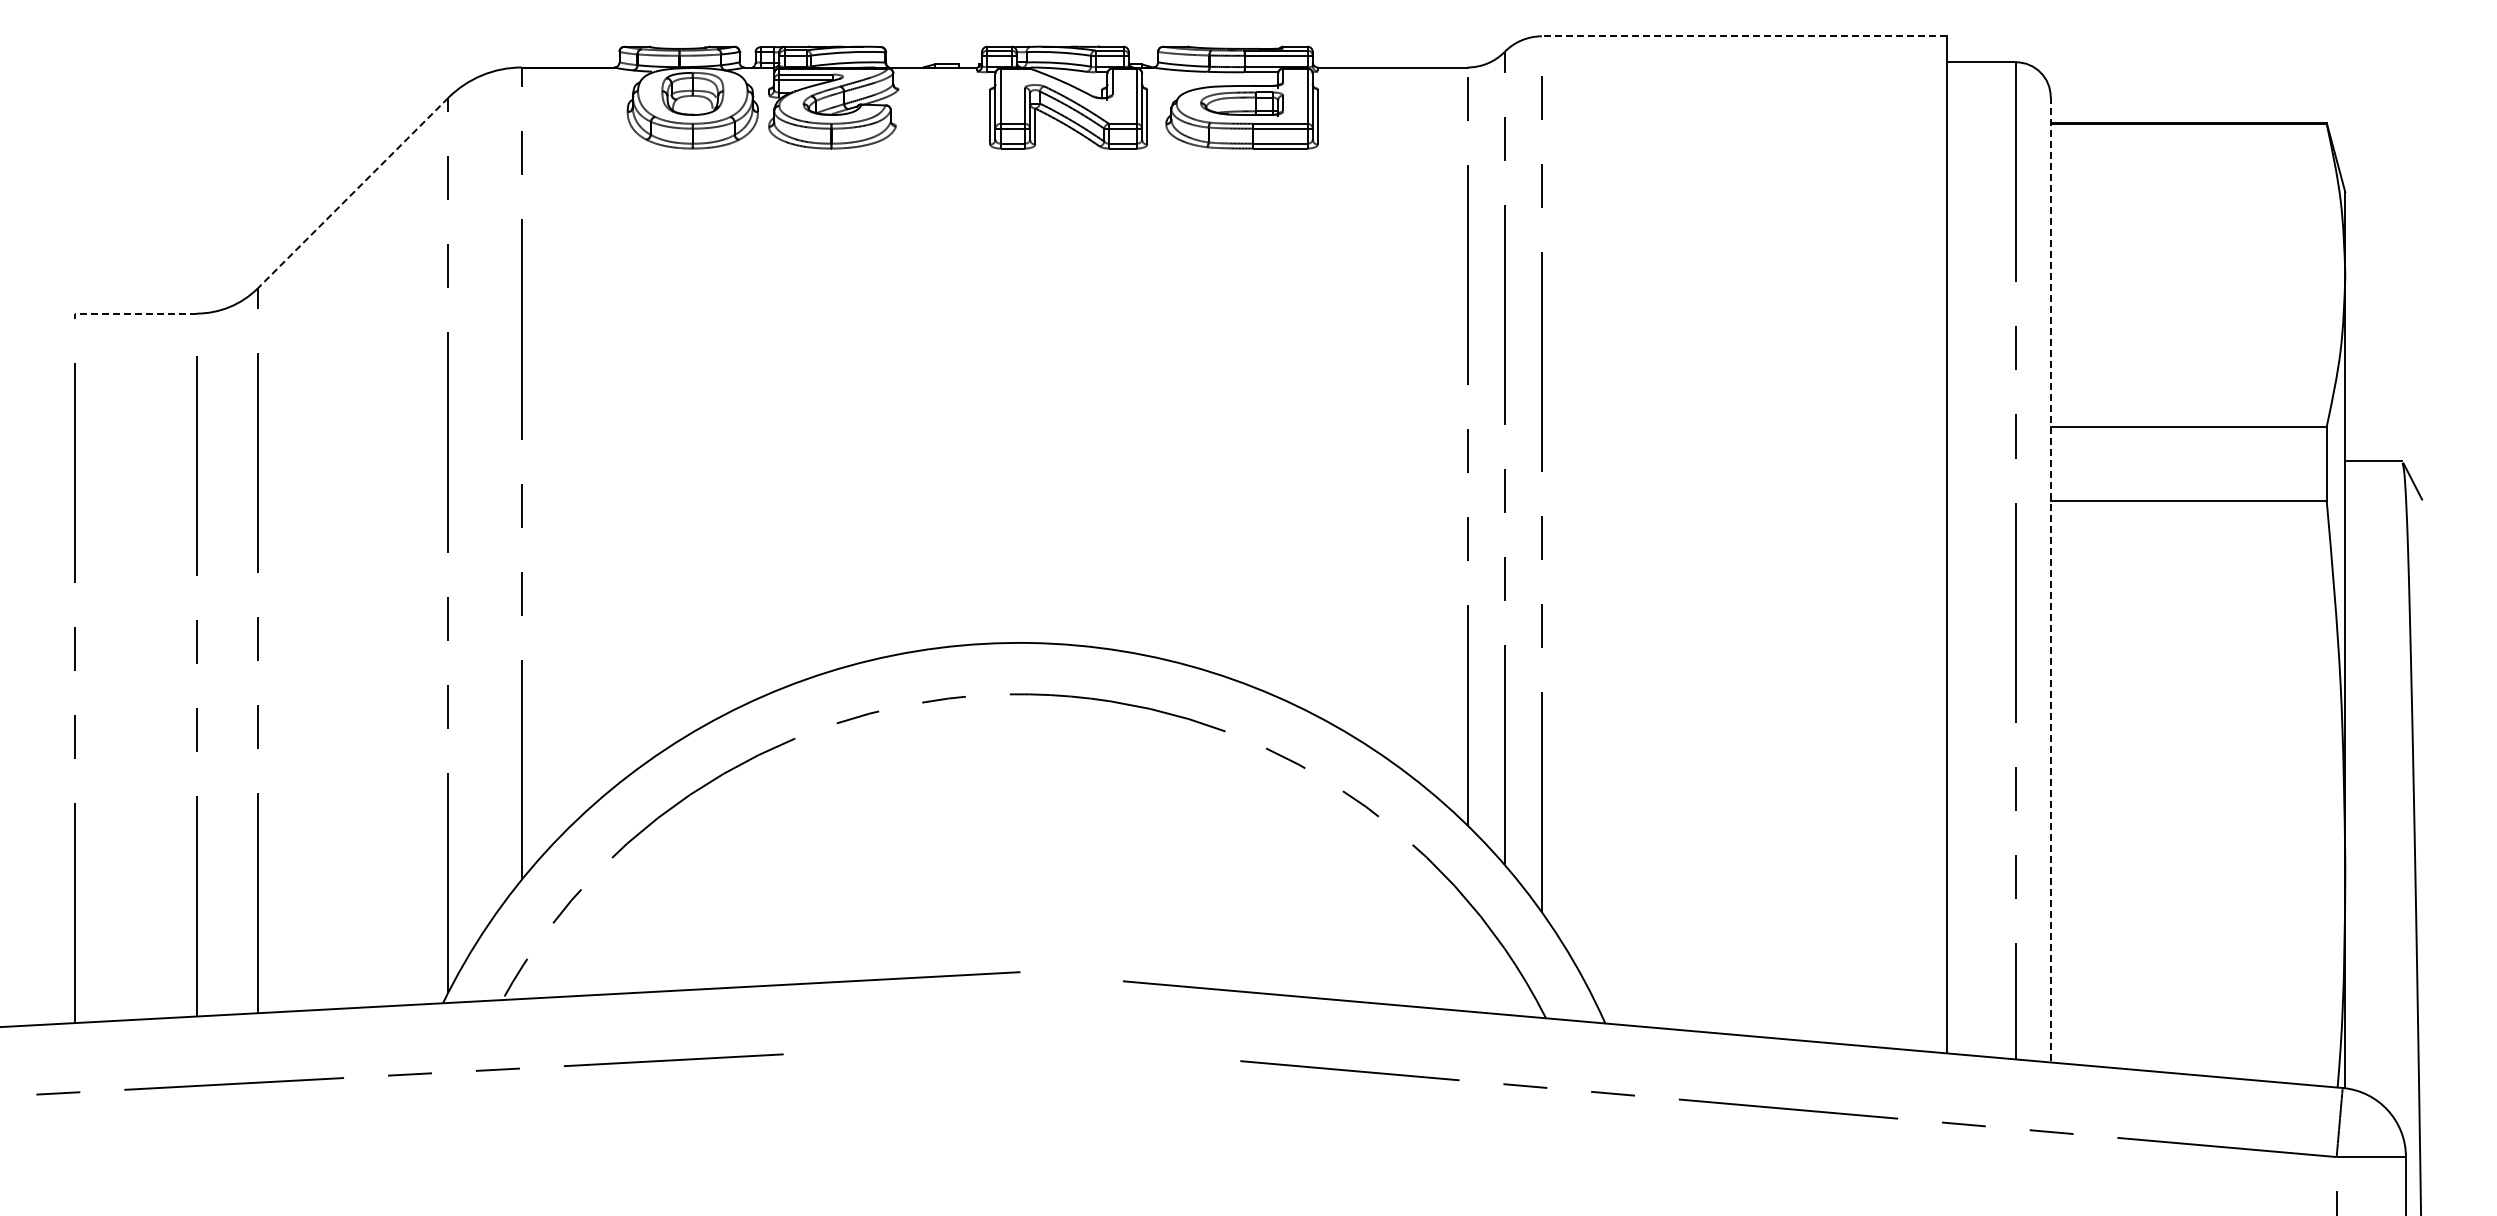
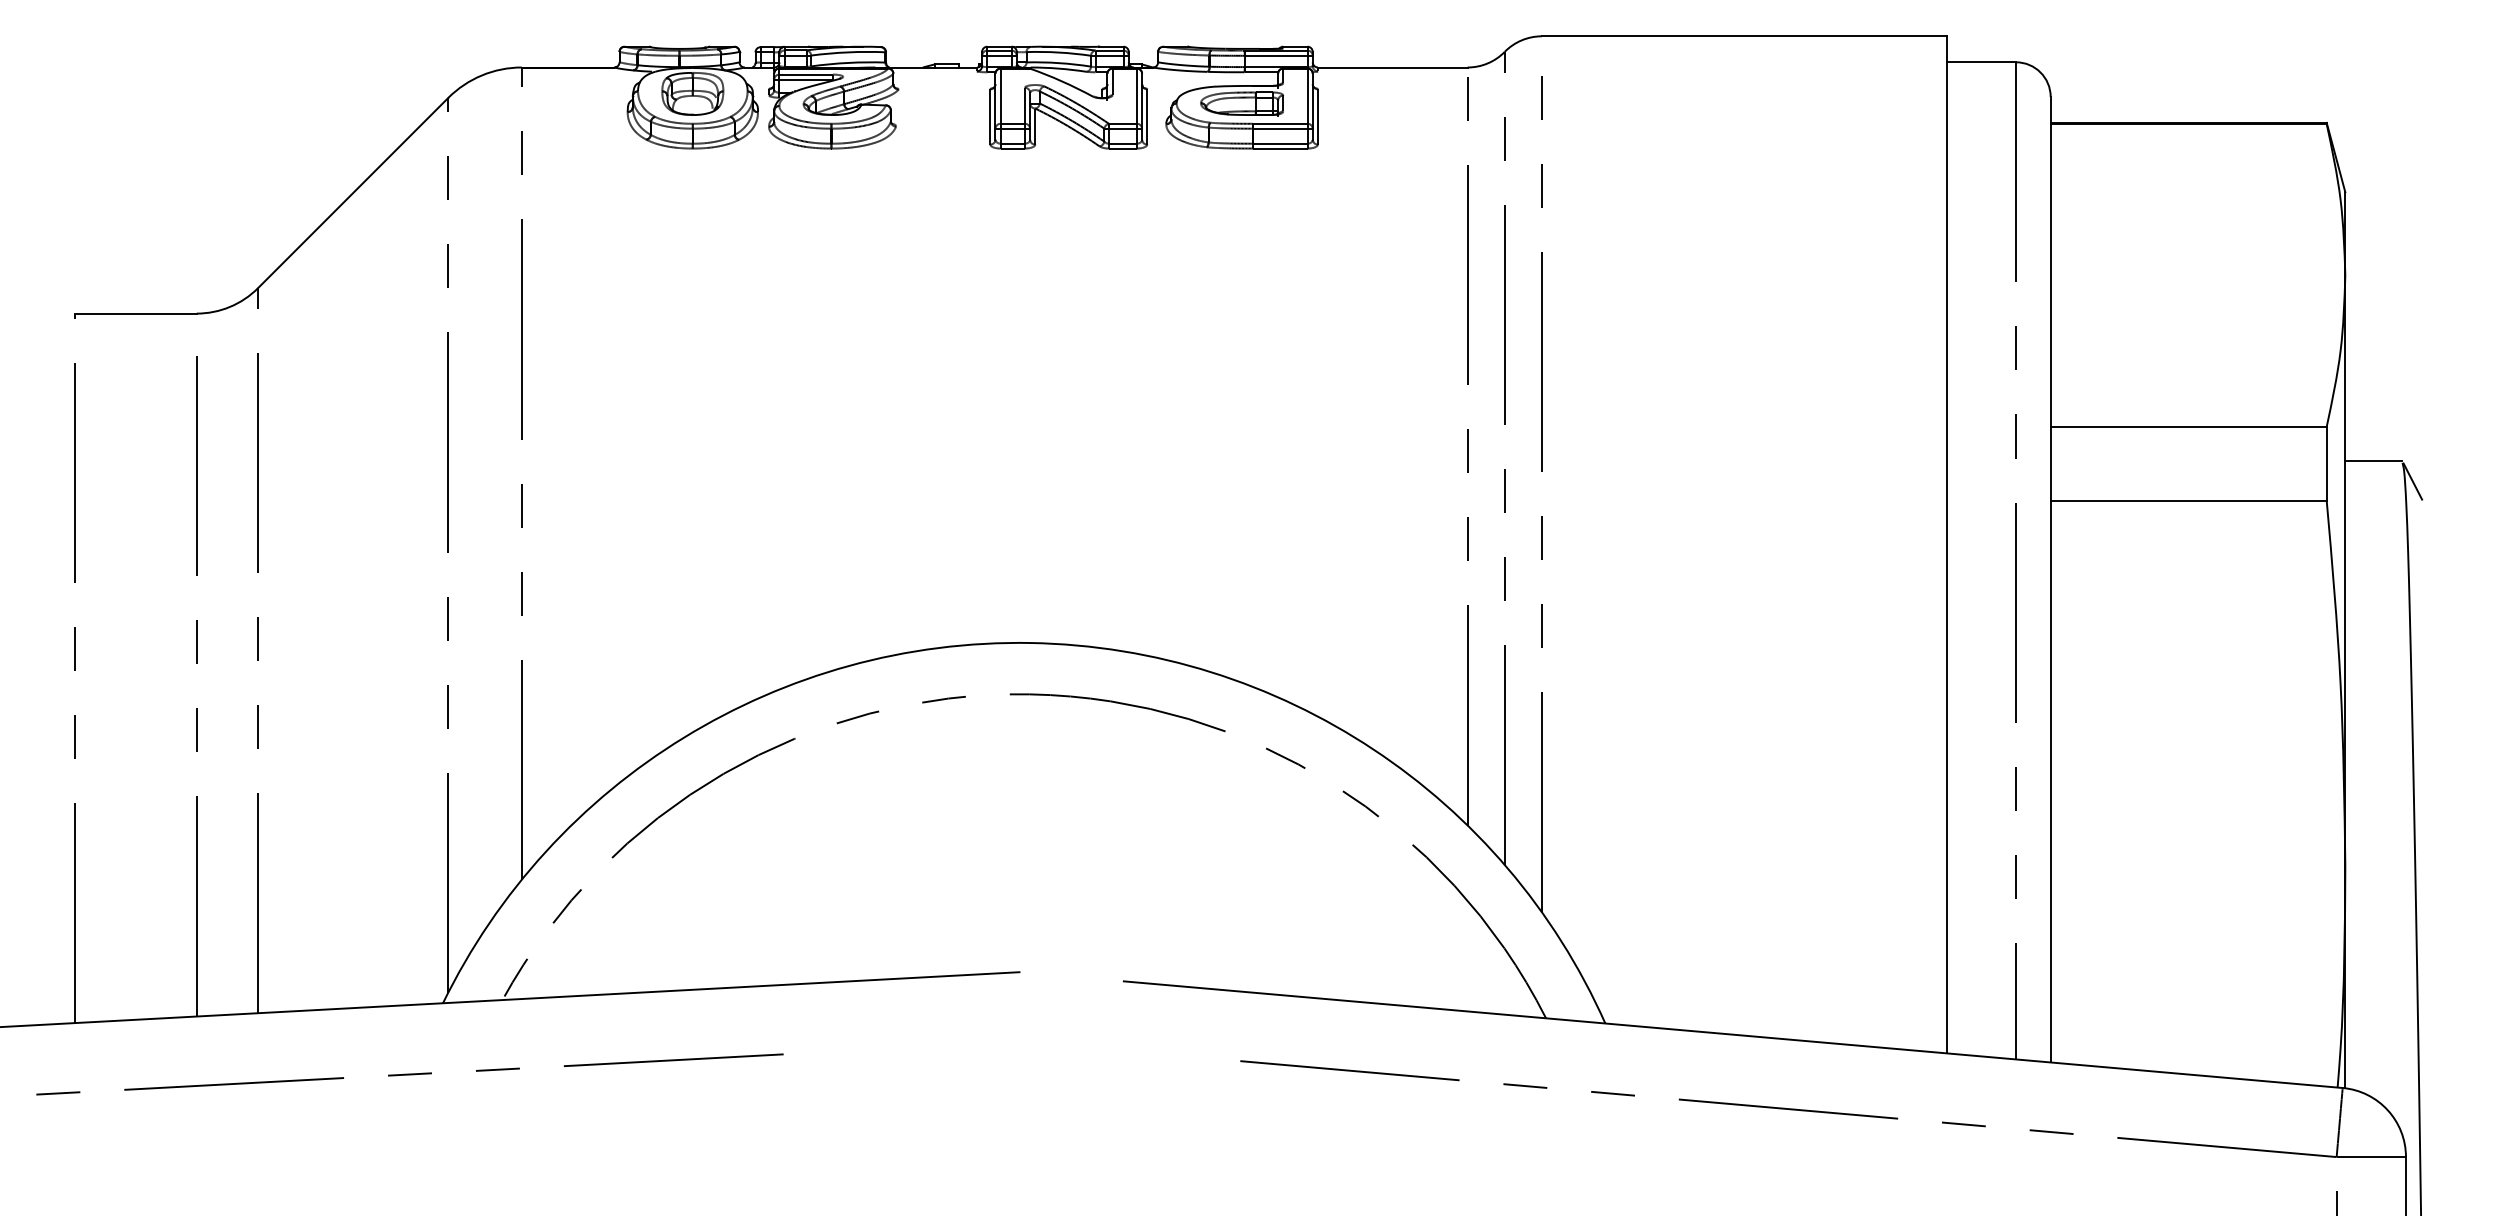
line at (1743, 36): dashed -> solid
line at (353, 193): dashed -> solid
line at (135, 313): dashed -> solid
line at (2050, 579): dashed -> solid
